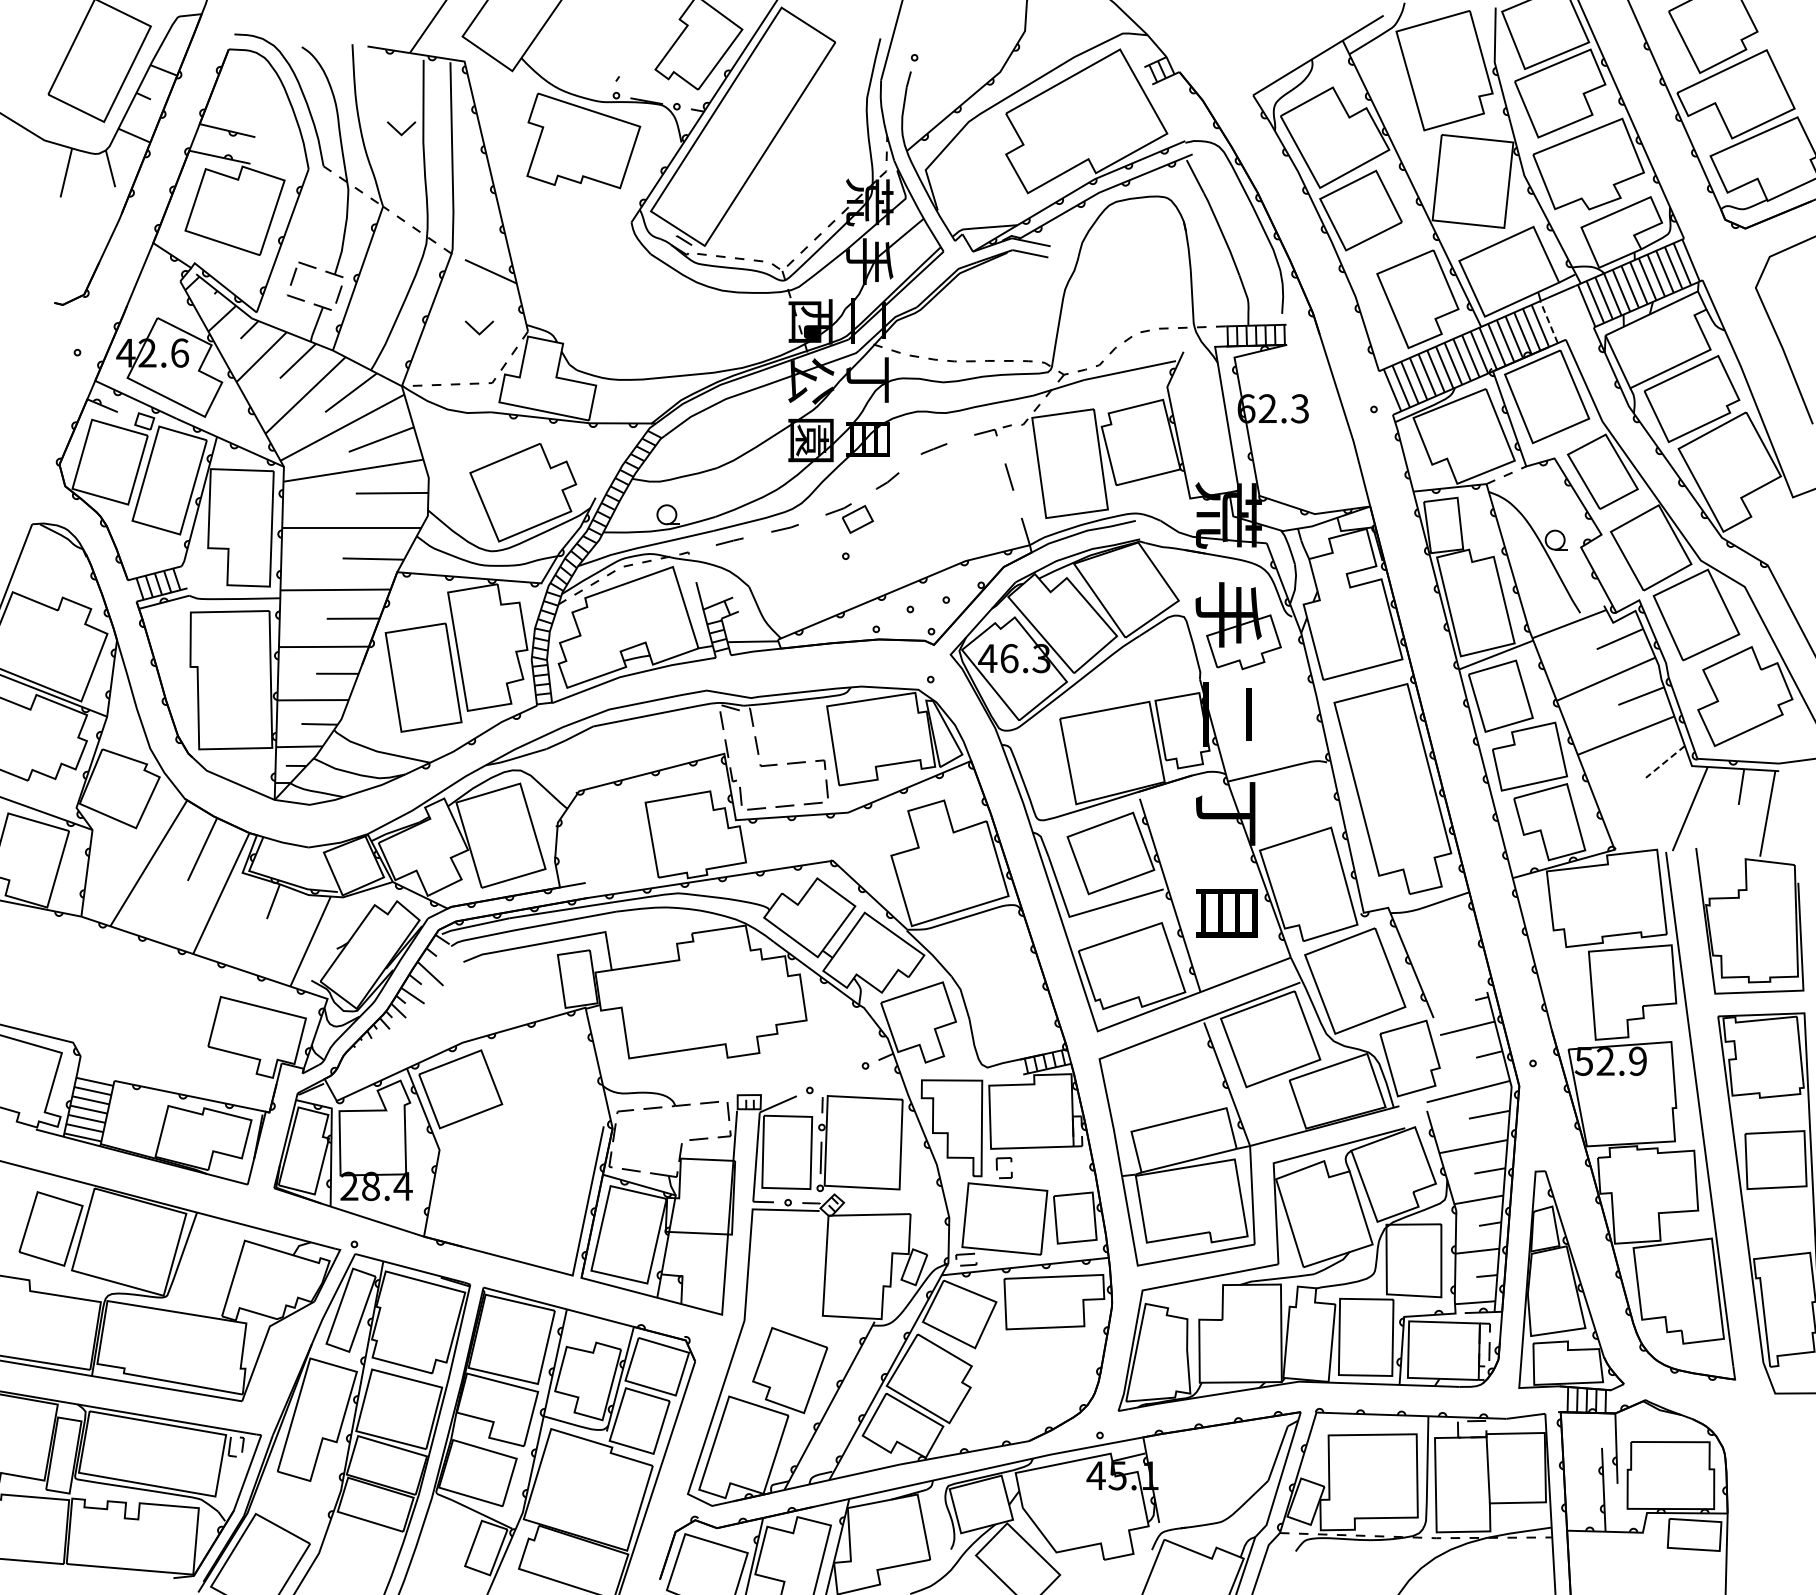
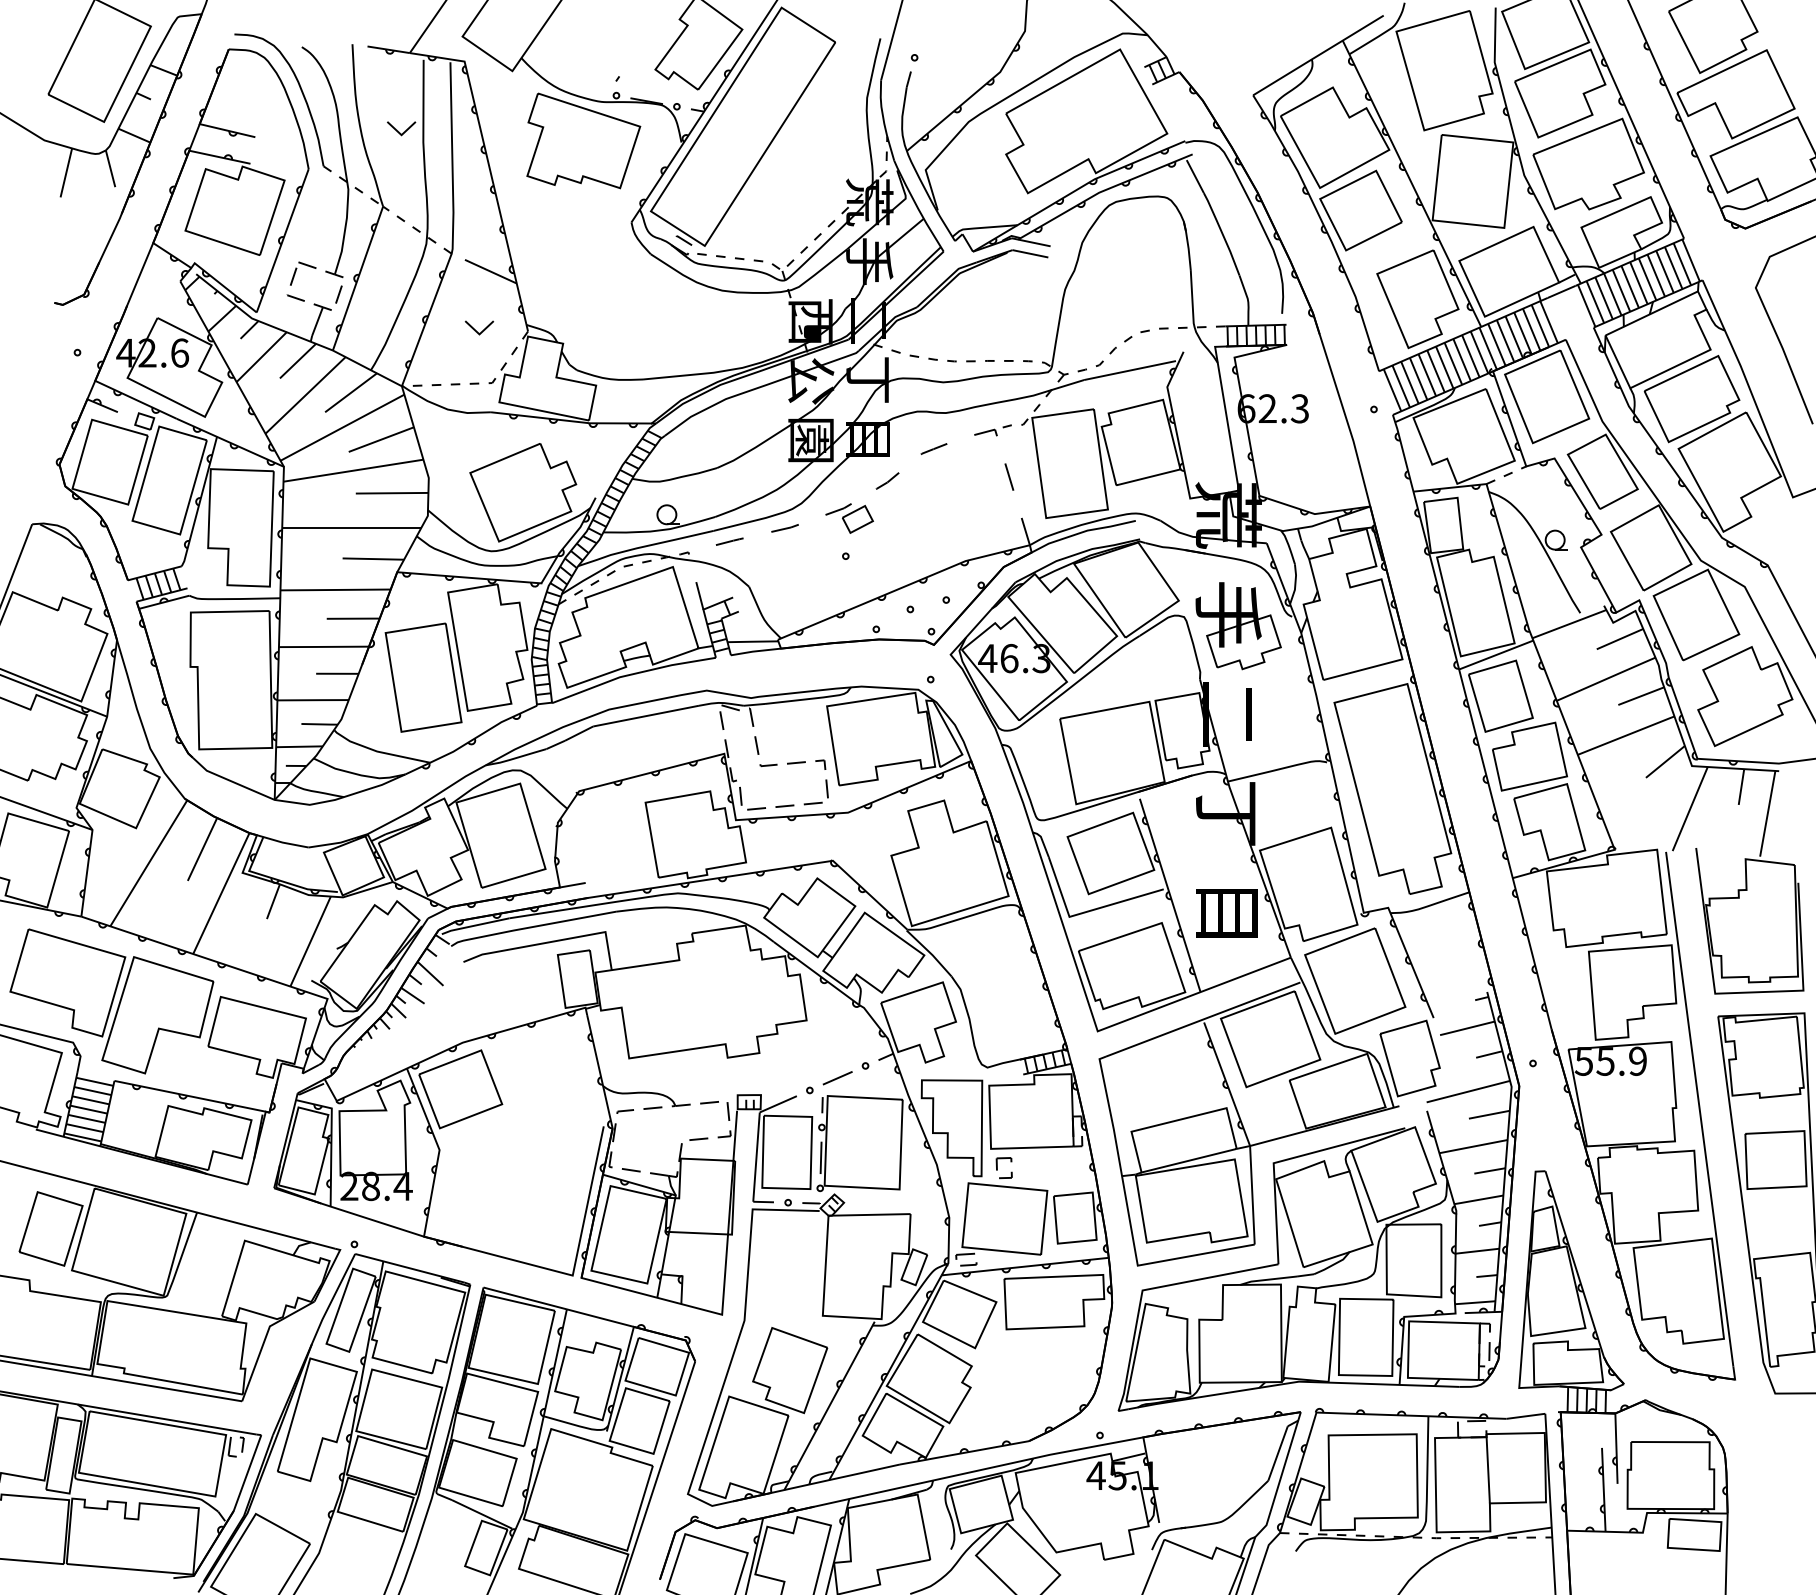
line at (1549, 322): dashed -> solid
line at (1665, 761): dashed -> solid
part at (111, 1001): none -> present
text at (1605, 1061): 52.9 -> 55.9
line at (837, 1078): none -> present
